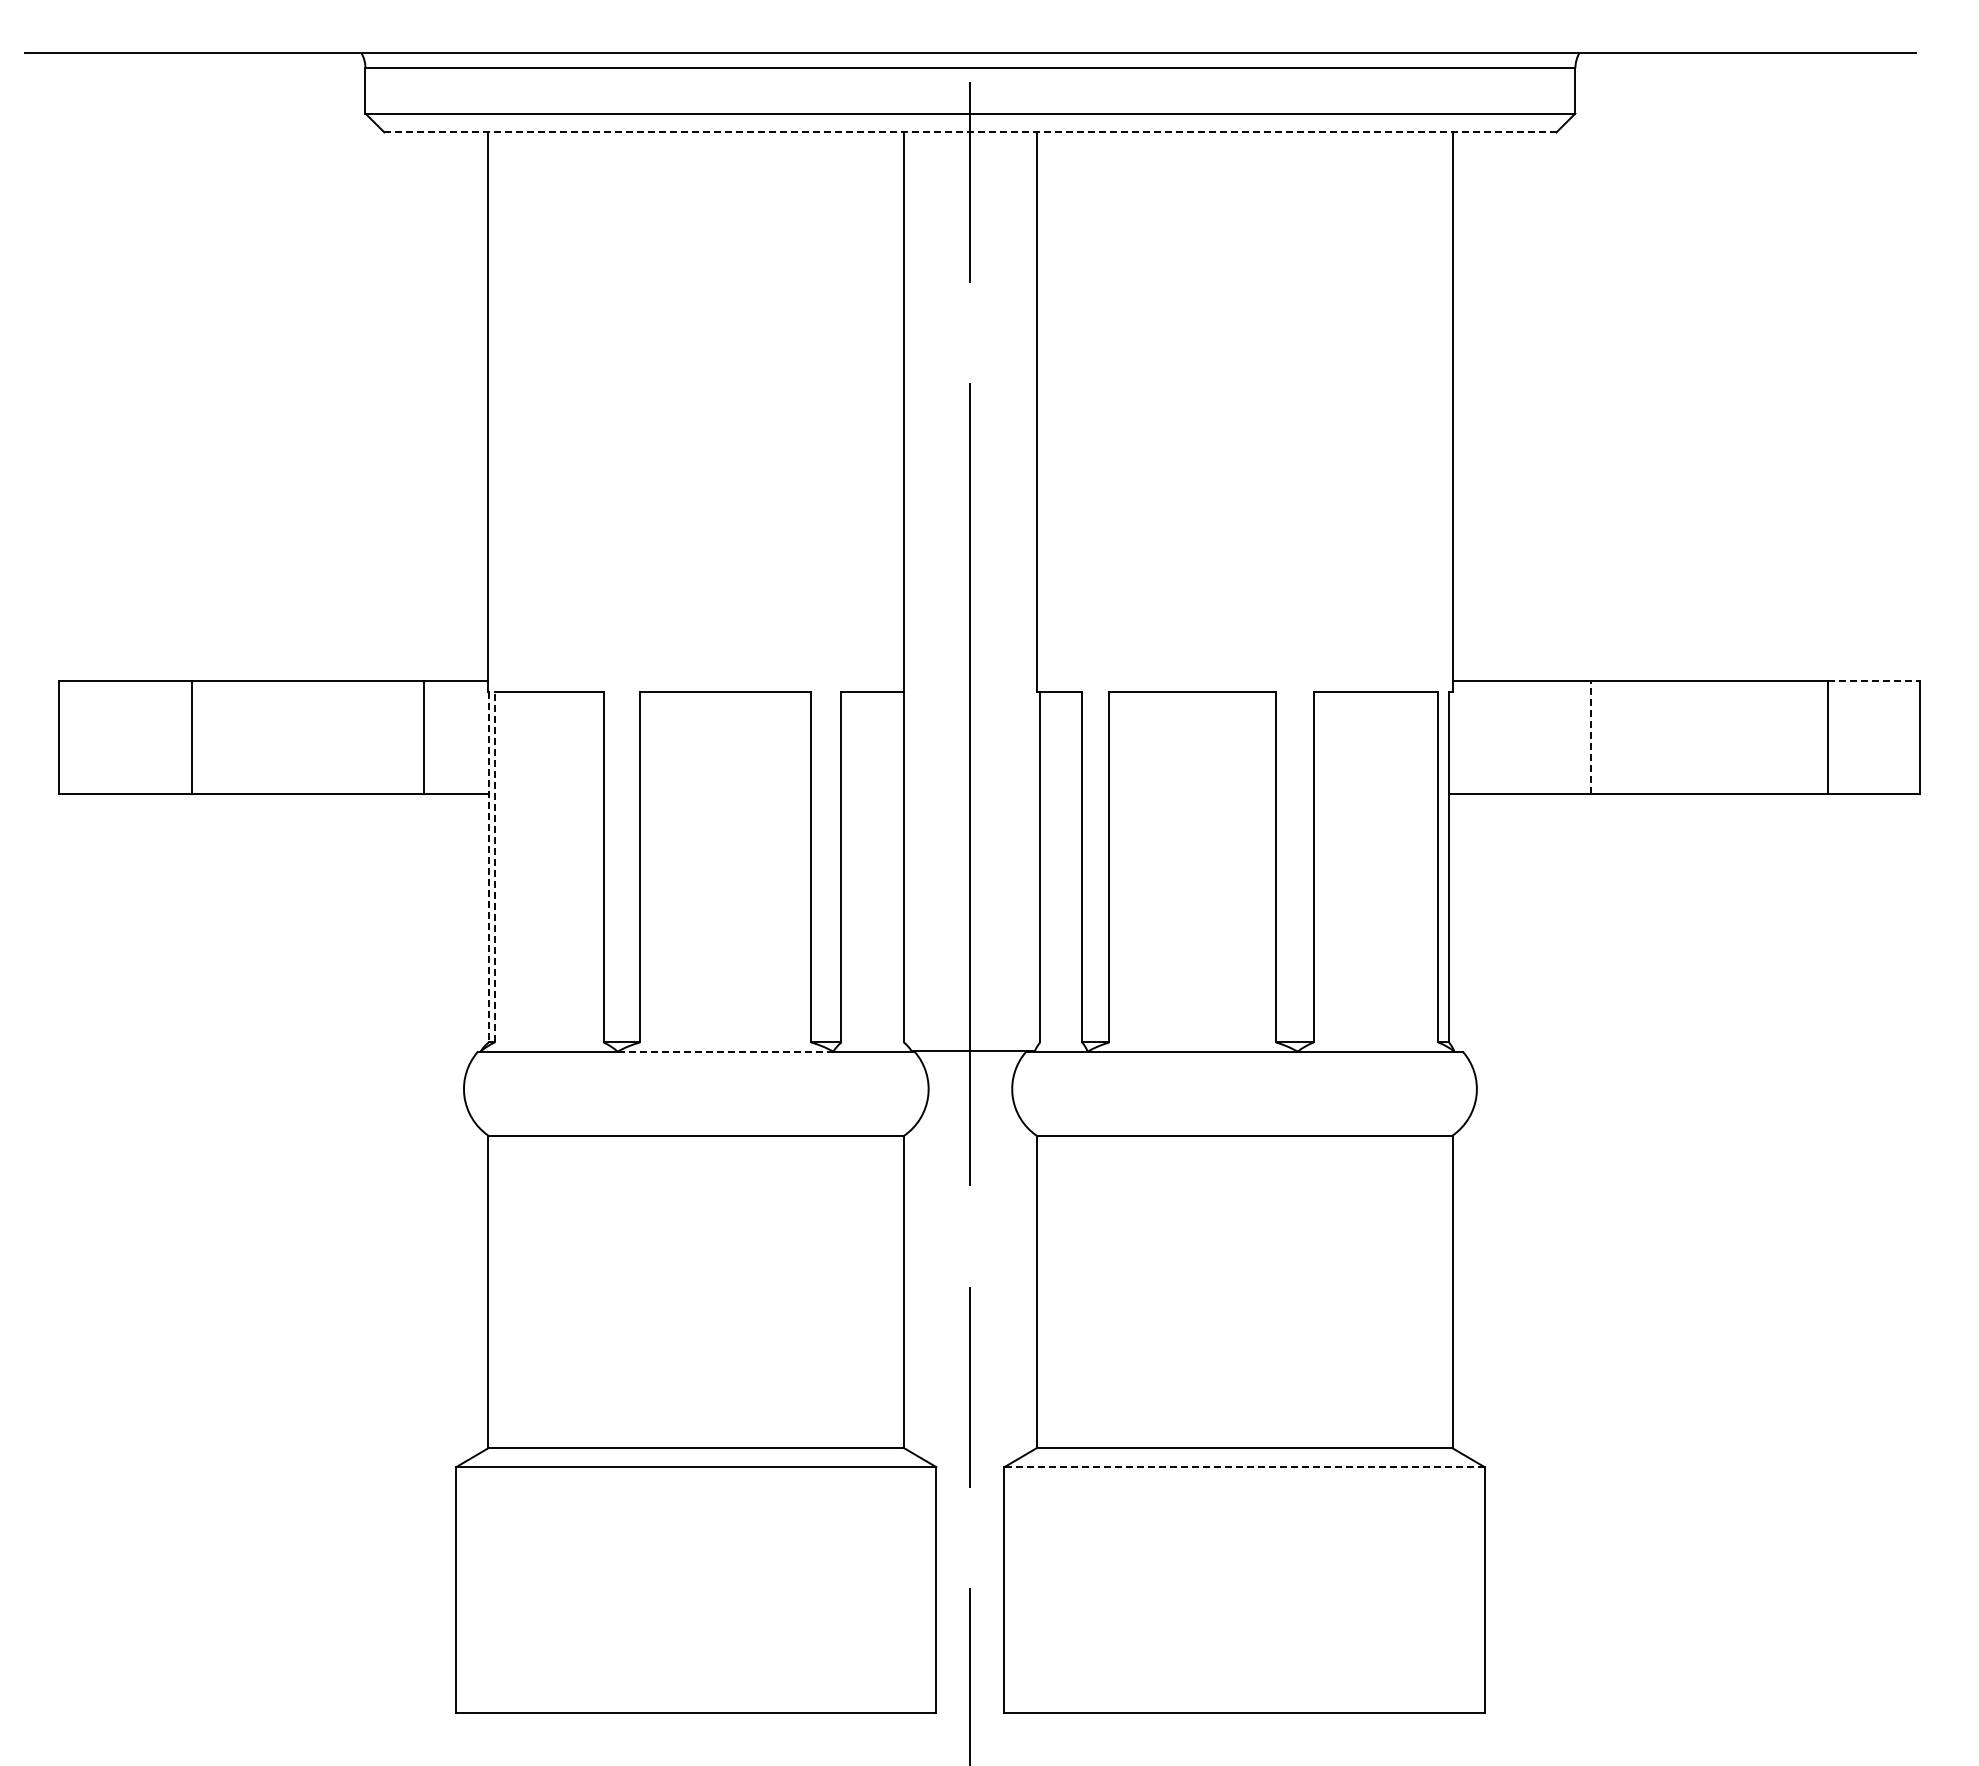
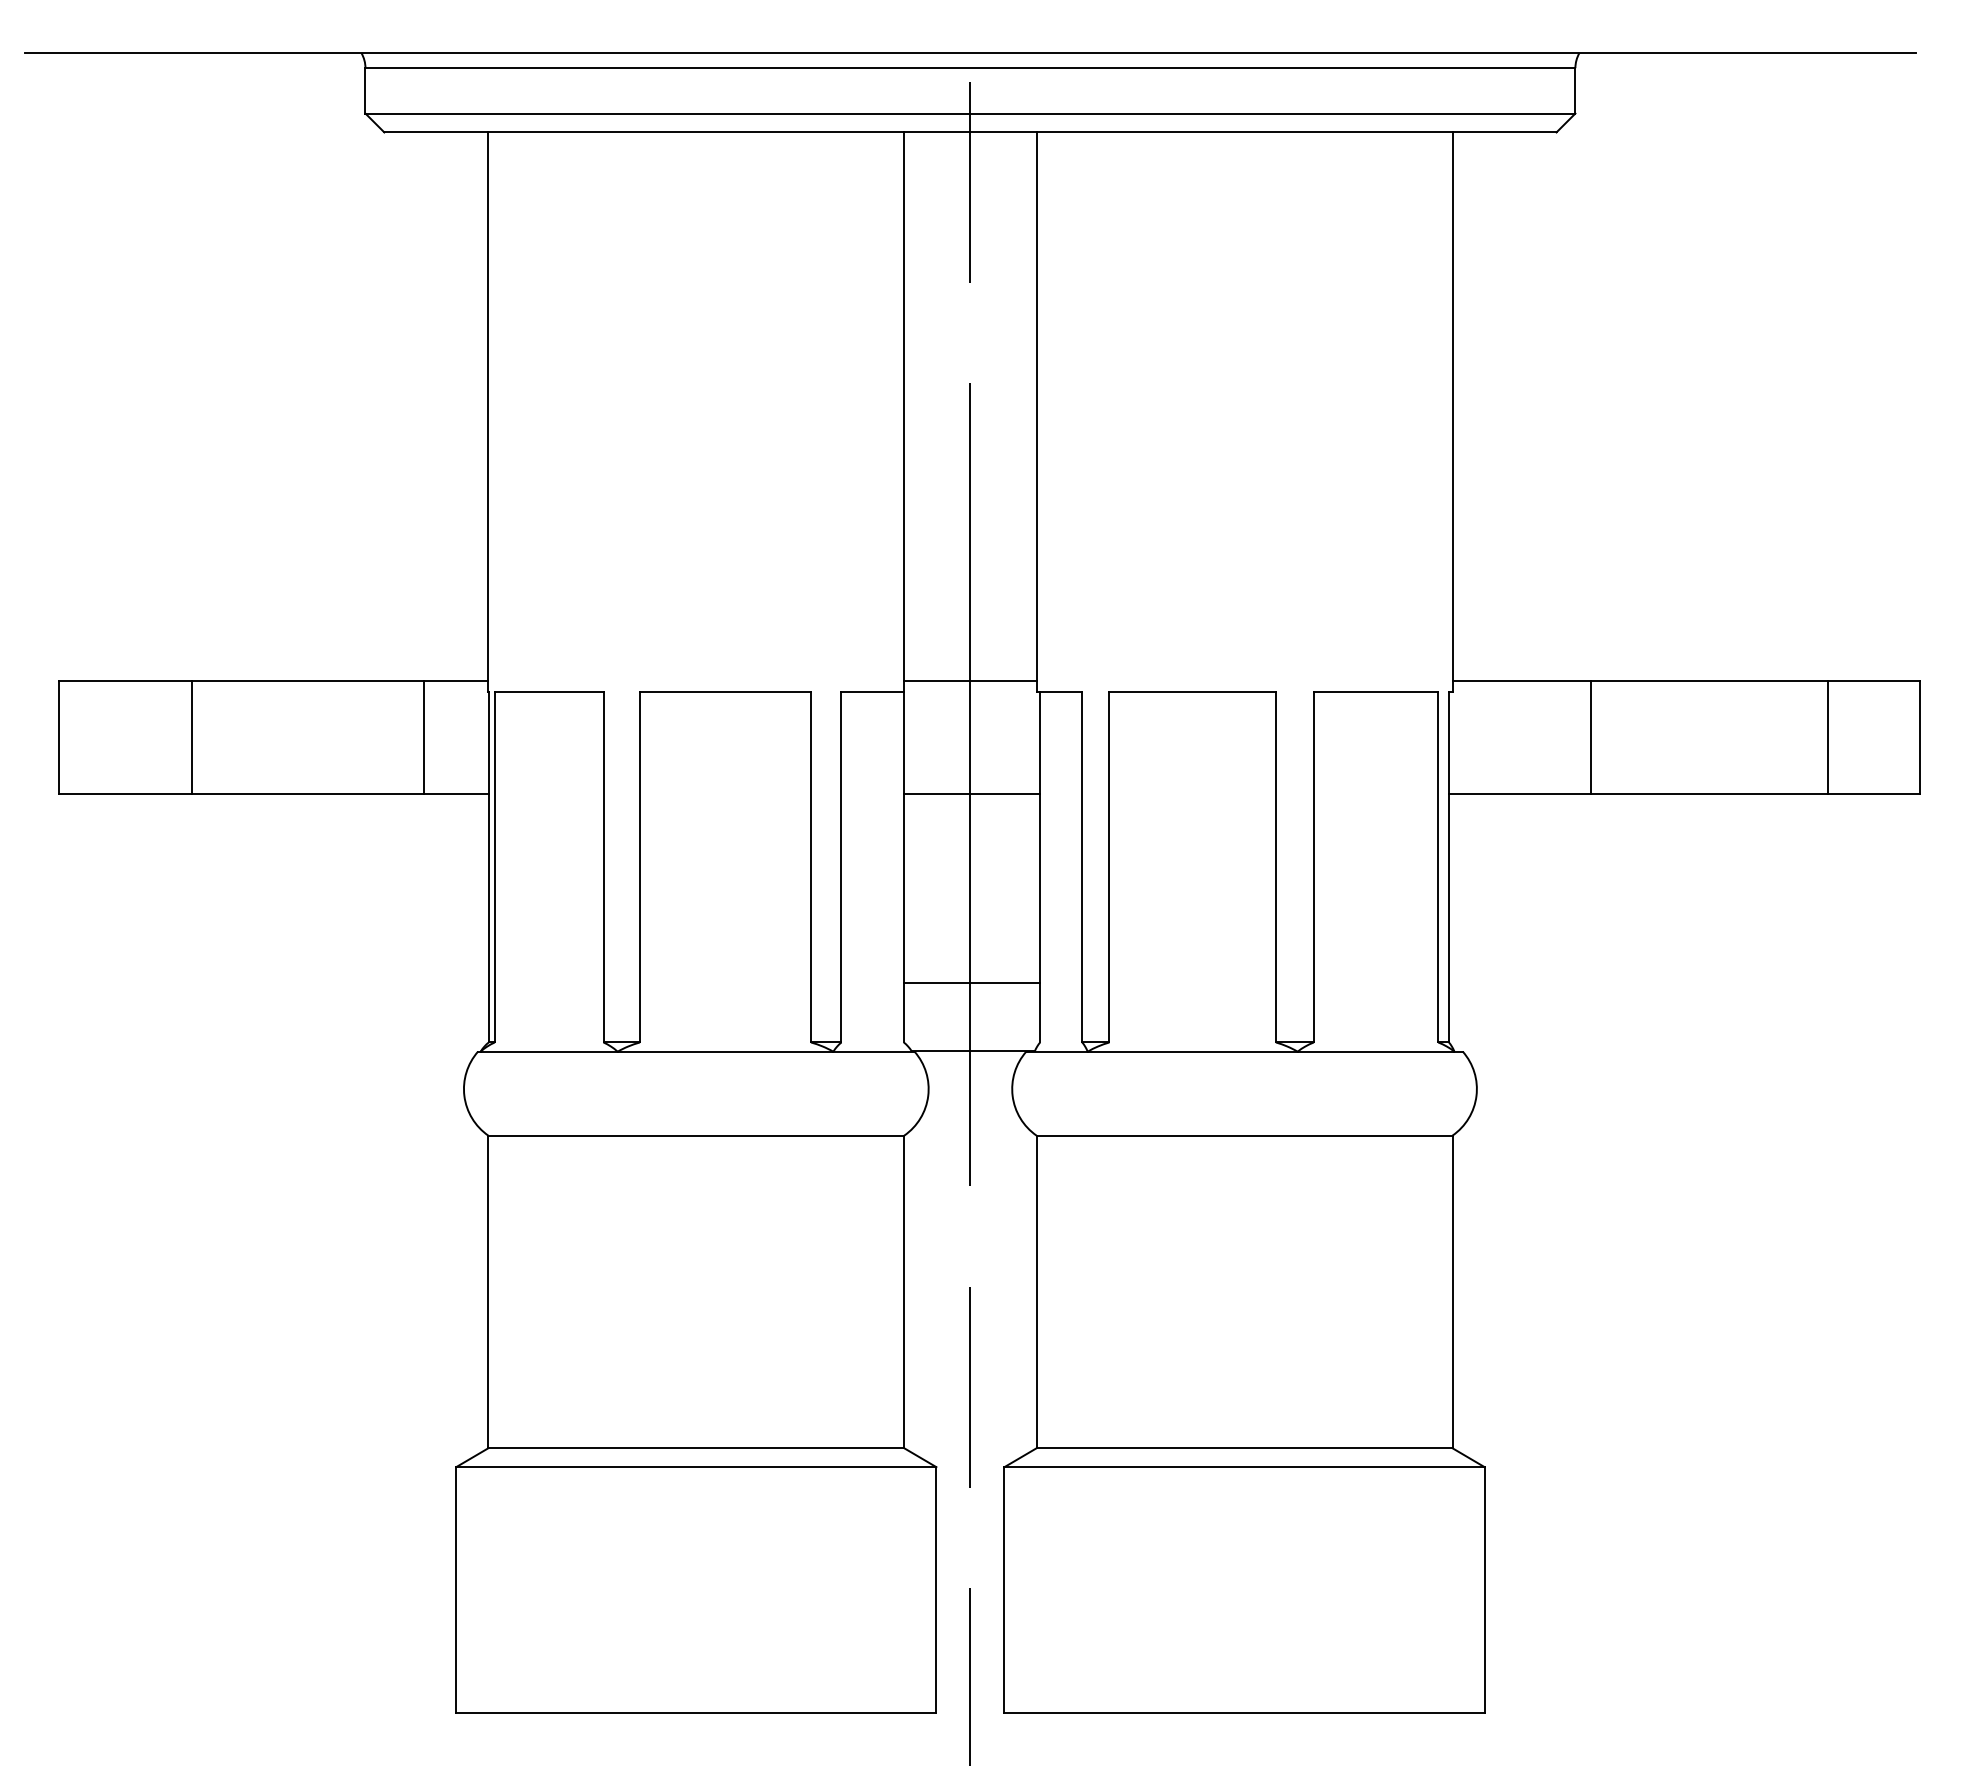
line at (969, 132): dashed -> solid
line at (970, 680): none -> present
line at (1874, 680): dashed -> solid
line at (1591, 737): dashed -> solid
line at (971, 794): none -> present
line at (494, 866): dashed -> solid
line at (488, 867): dashed -> solid
line at (971, 983): none -> present
line at (725, 1051): dashed -> solid
line at (1244, 1467): dashed -> solid
